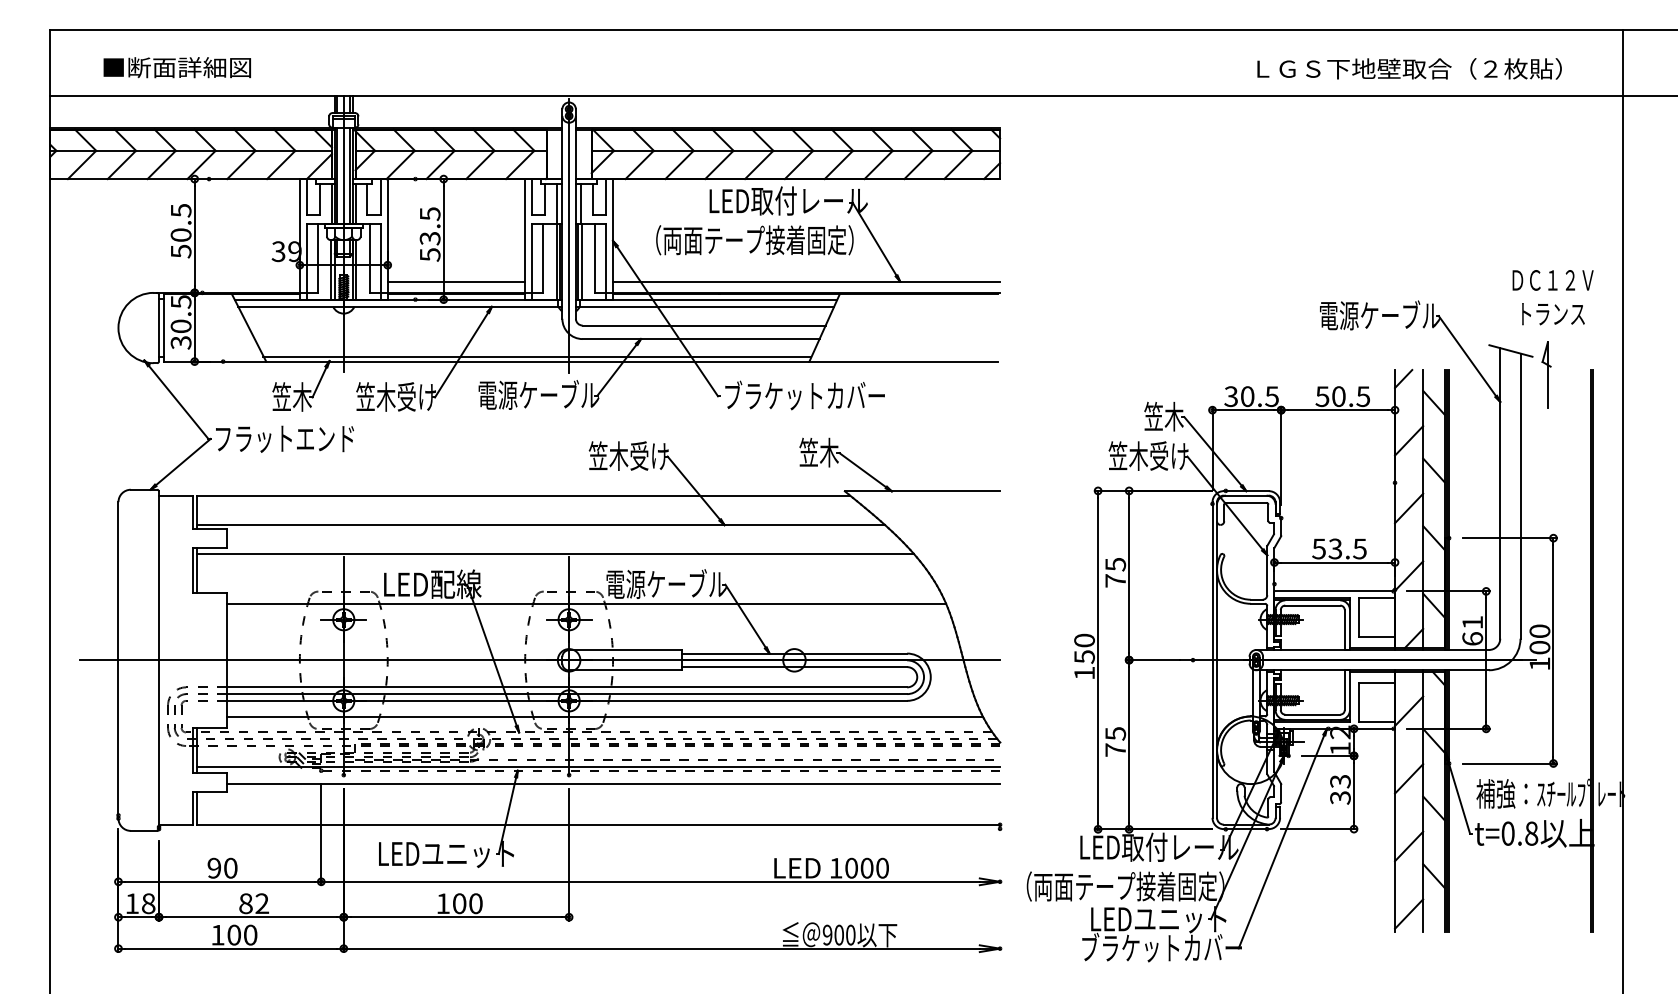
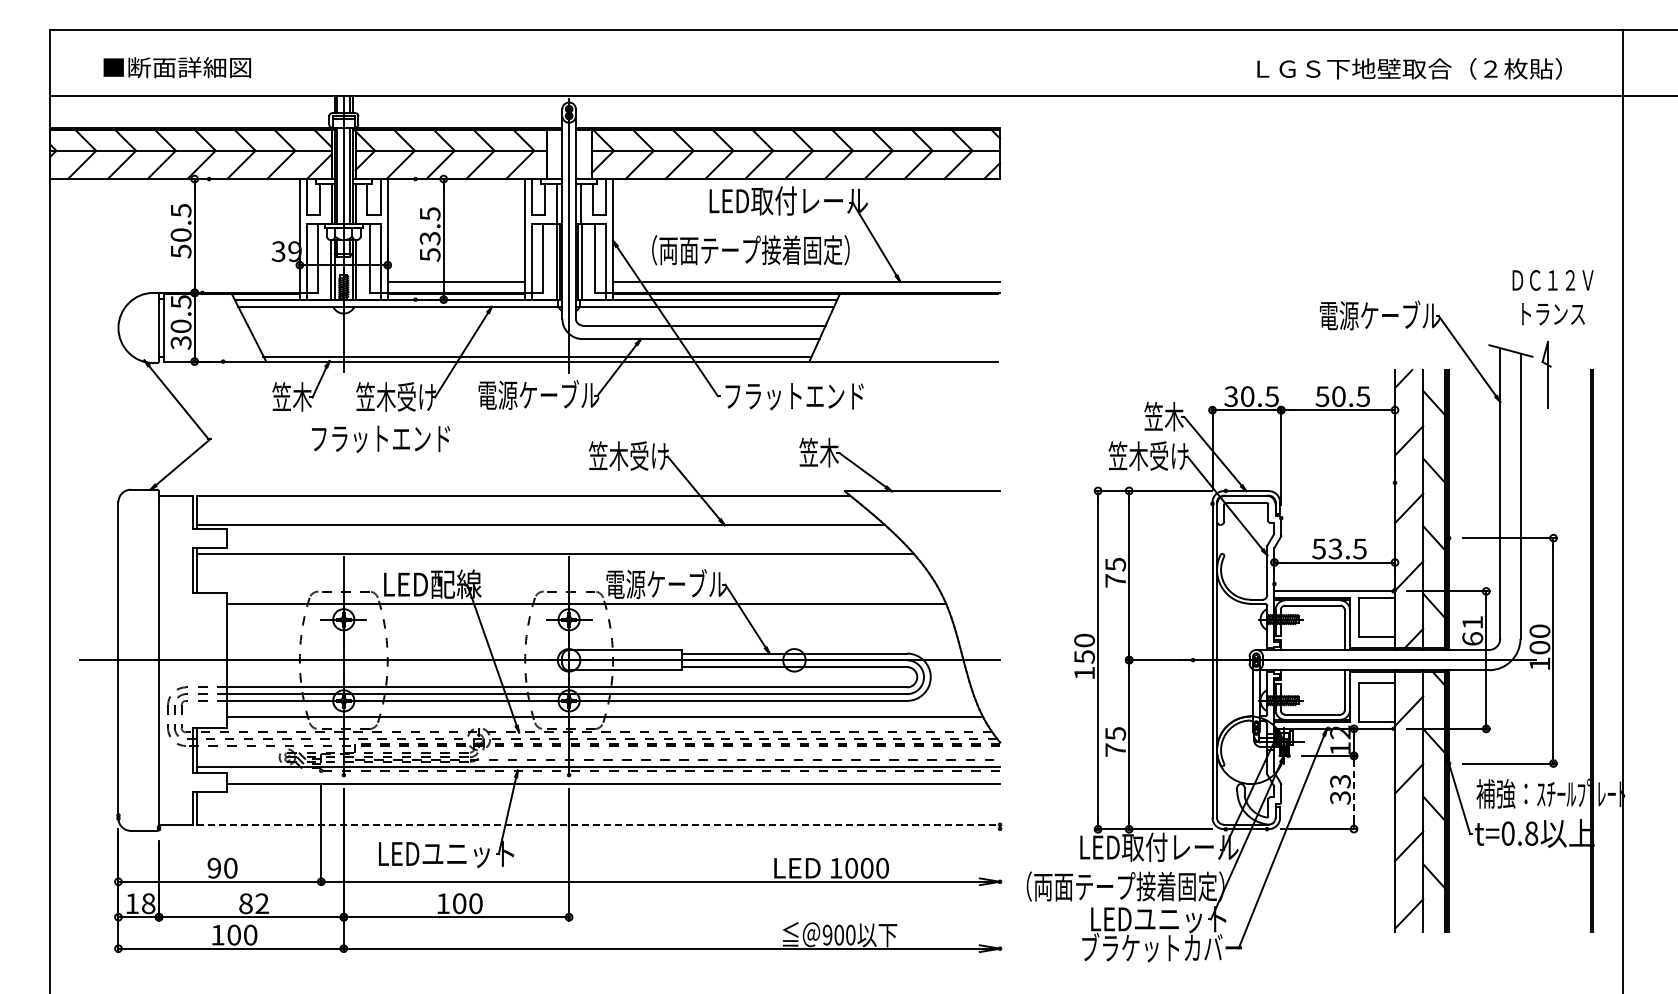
text at (754, 240) position: (754, 240) -> (750, 250)
text at (804, 395): ブラケットカバー -> フラットエンド
text at (284, 438) position: (284, 438) -> (380, 438)
line at (1354, 792): solid -> dashed
line at (599, 824): solid -> dashed
